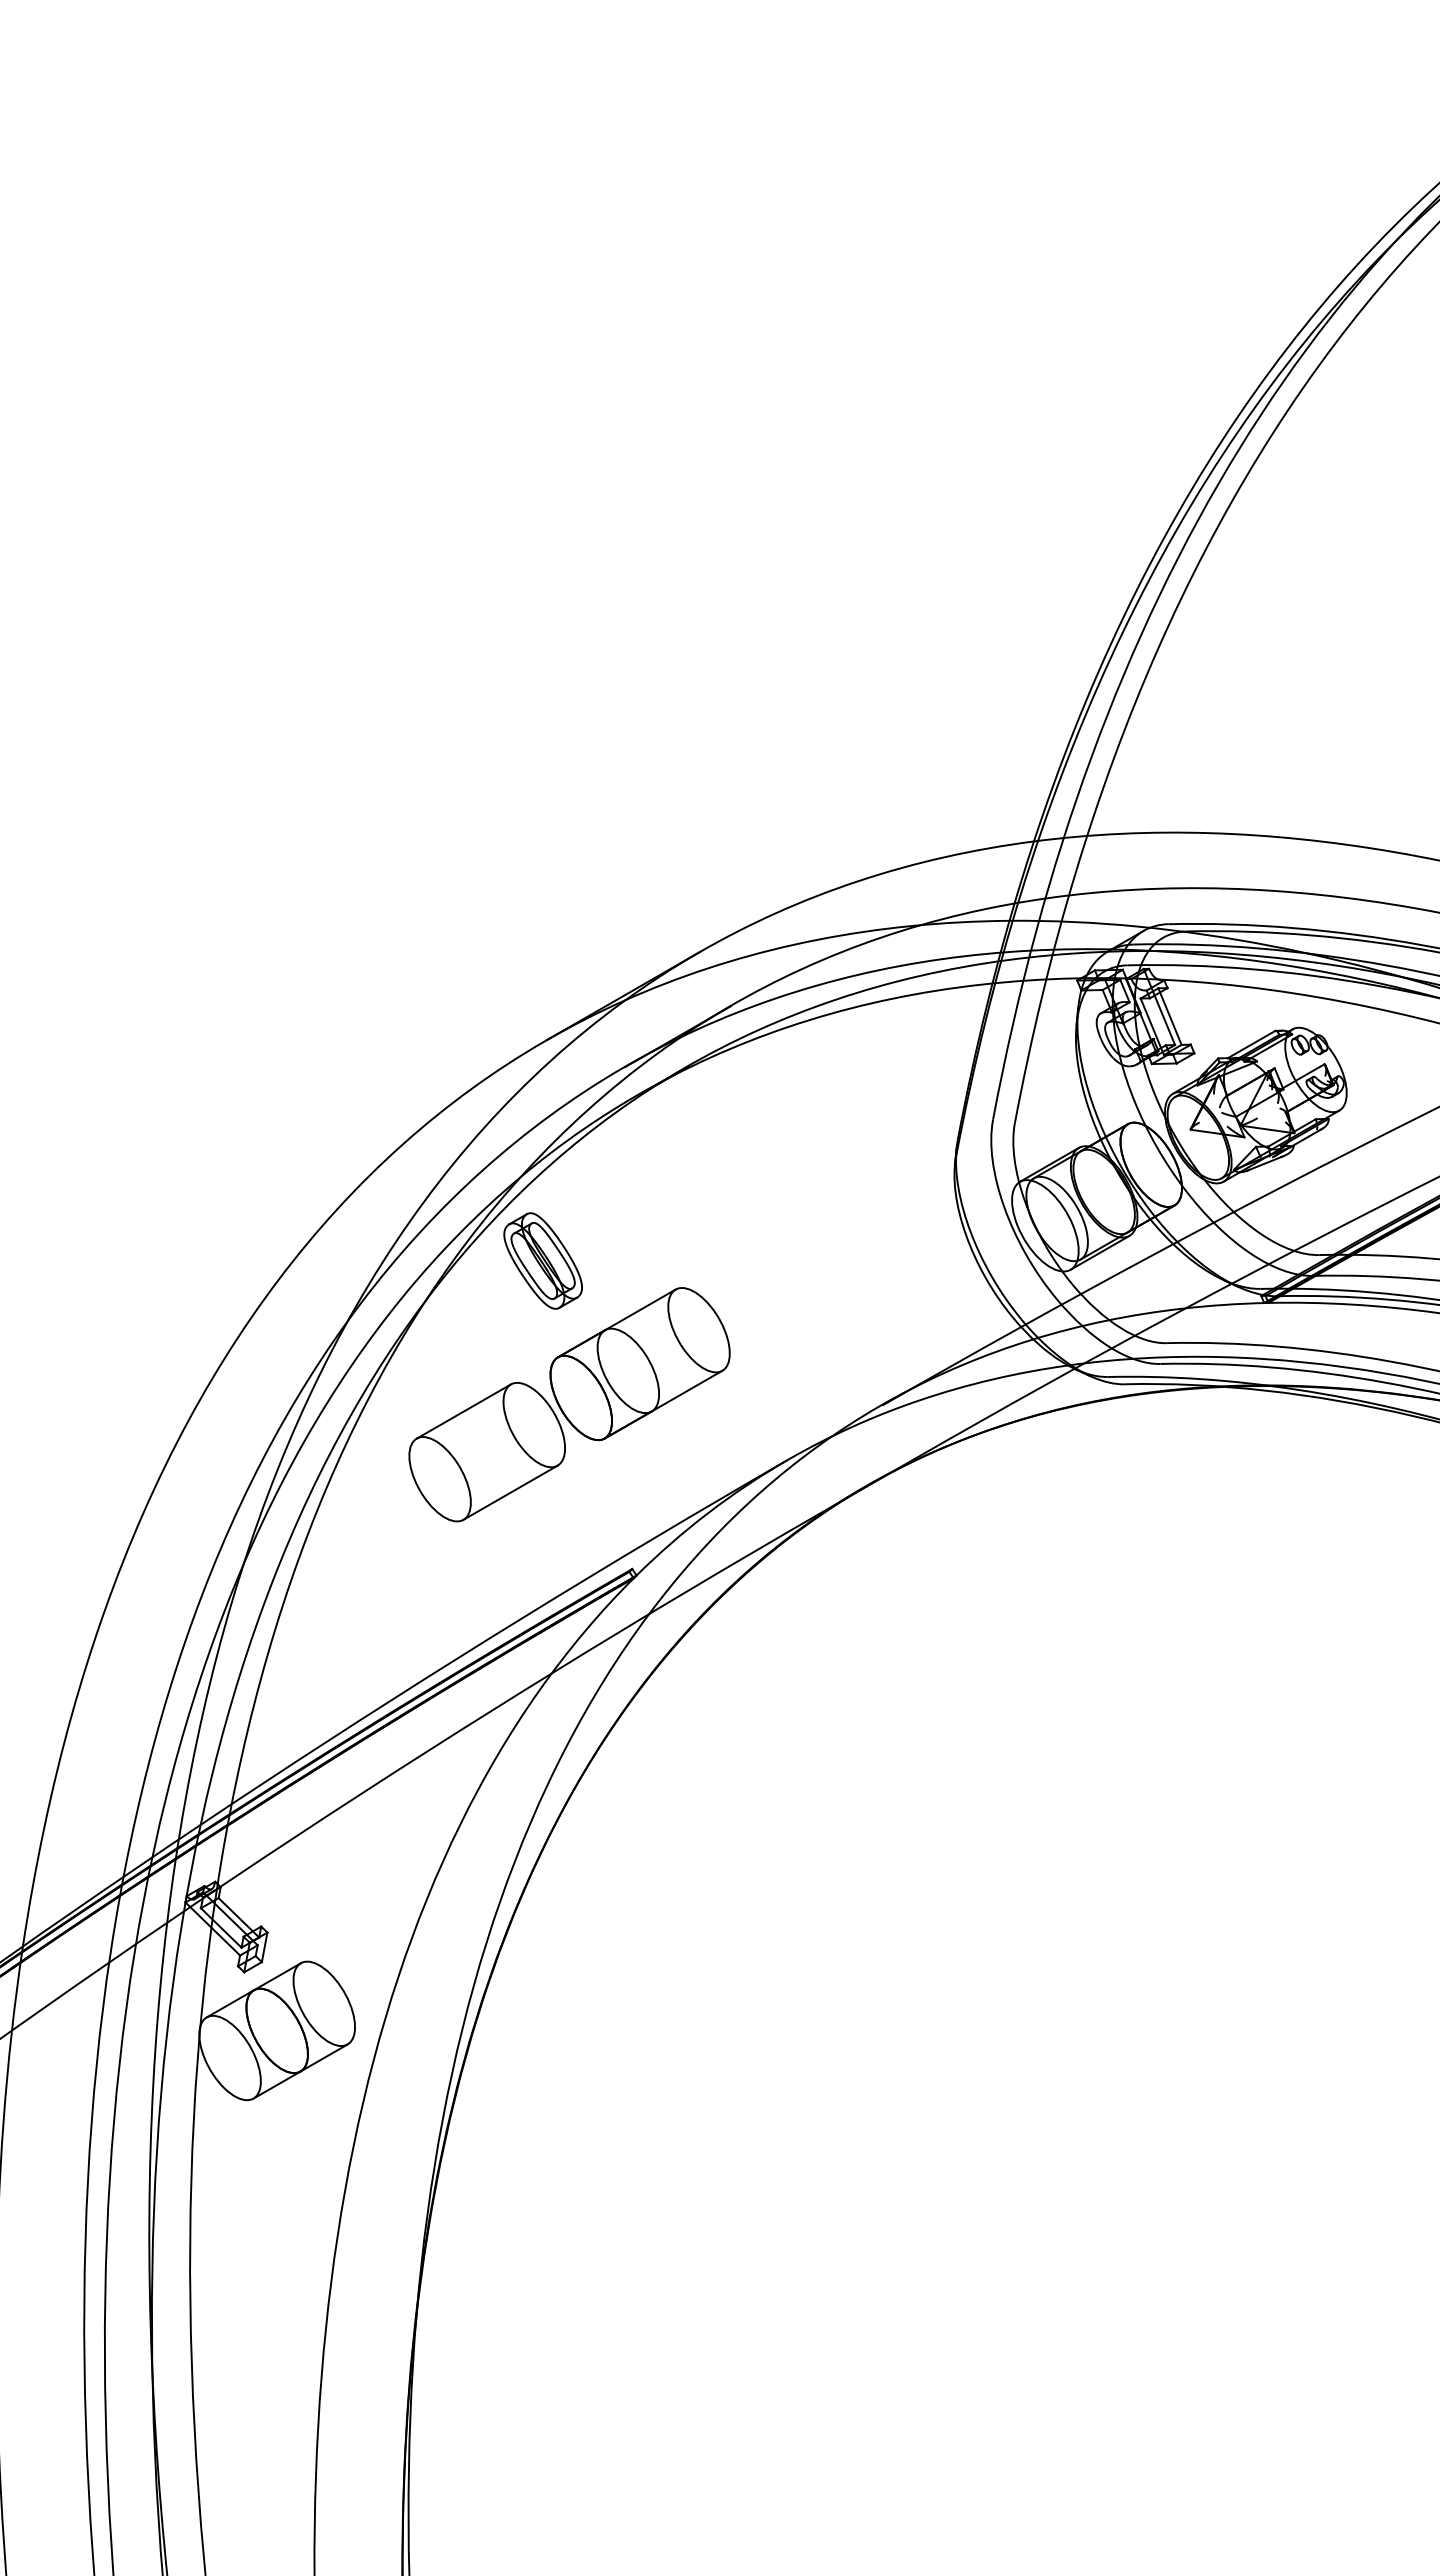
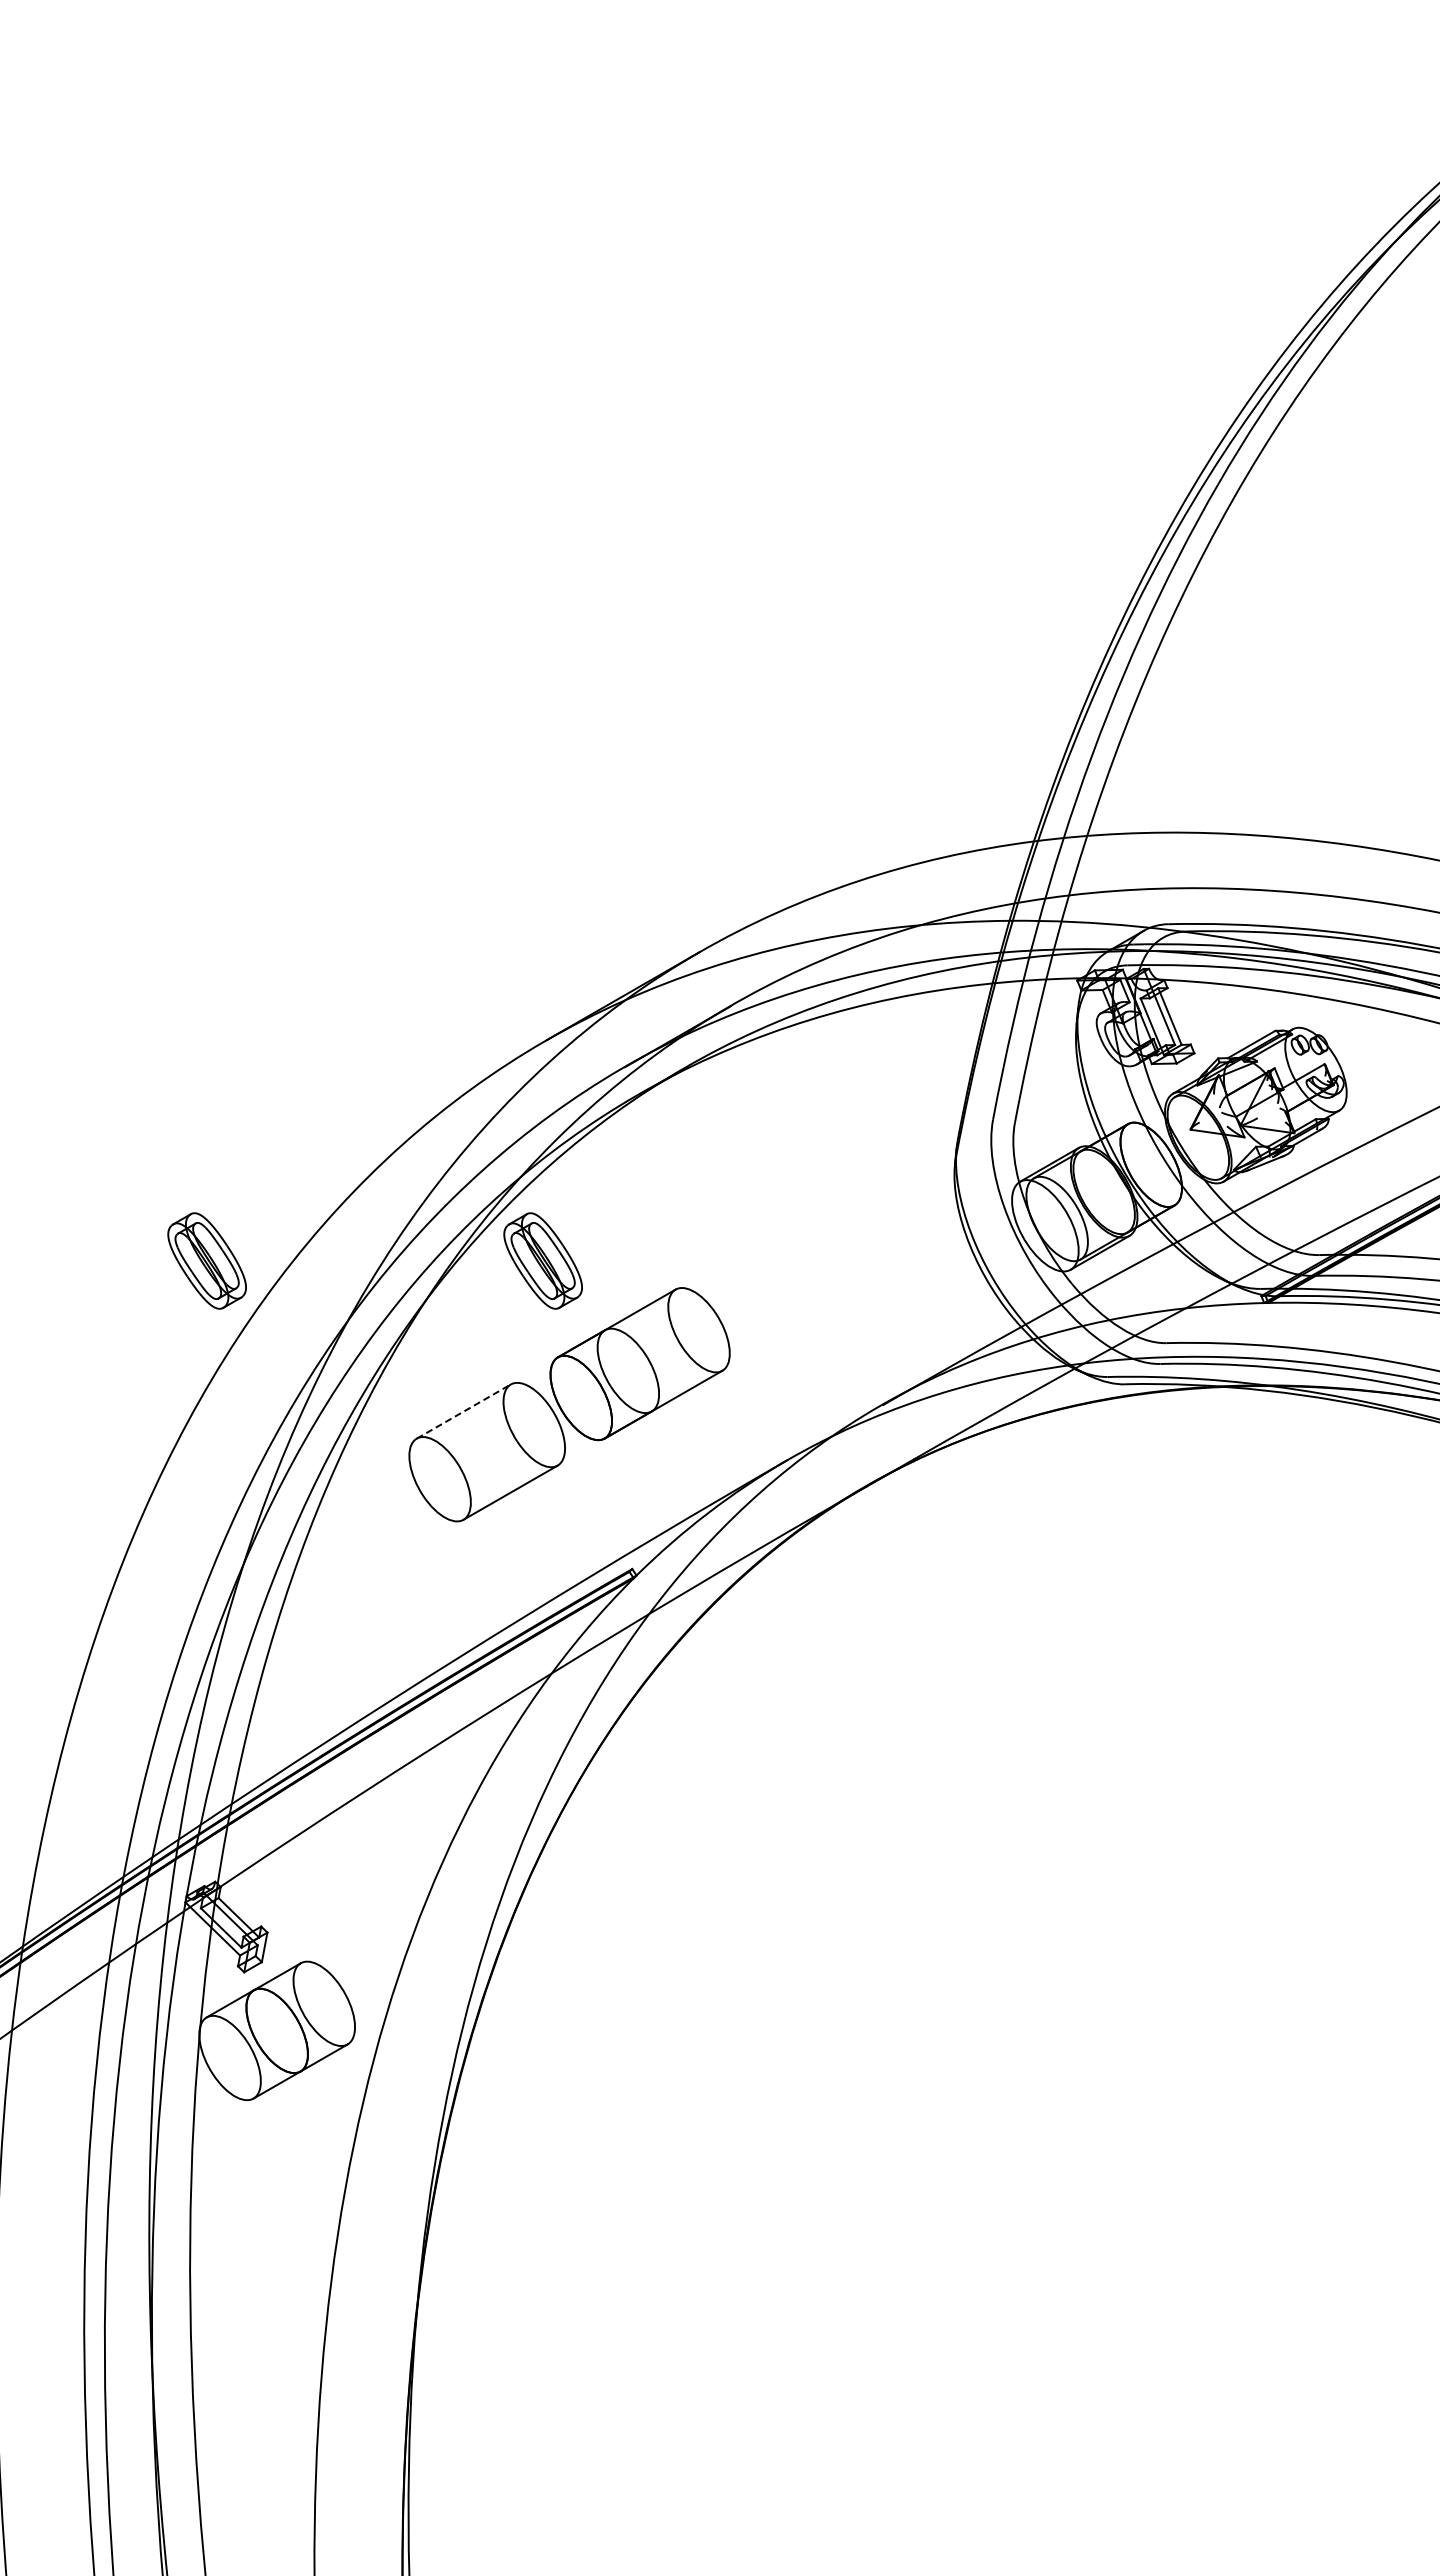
part at (206, 1260): none -> present
line at (464, 1411): solid -> dashed
